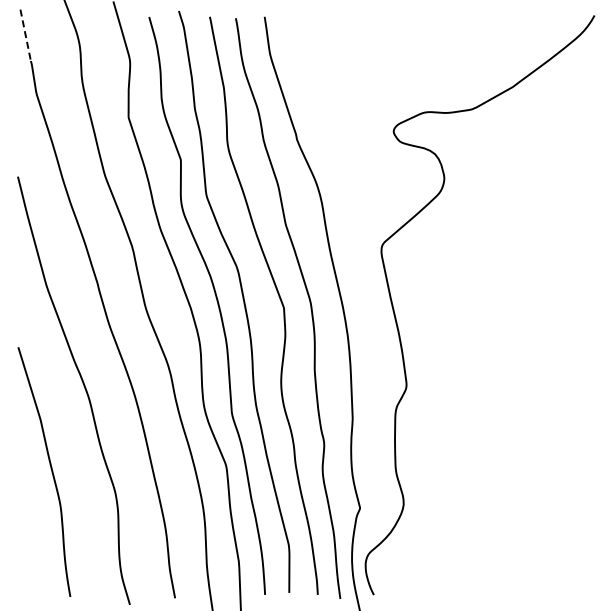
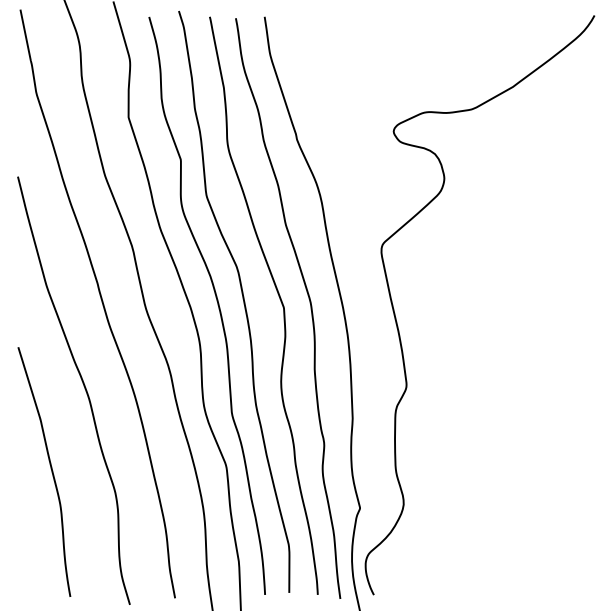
line at (26, 36): dashed -> solid
